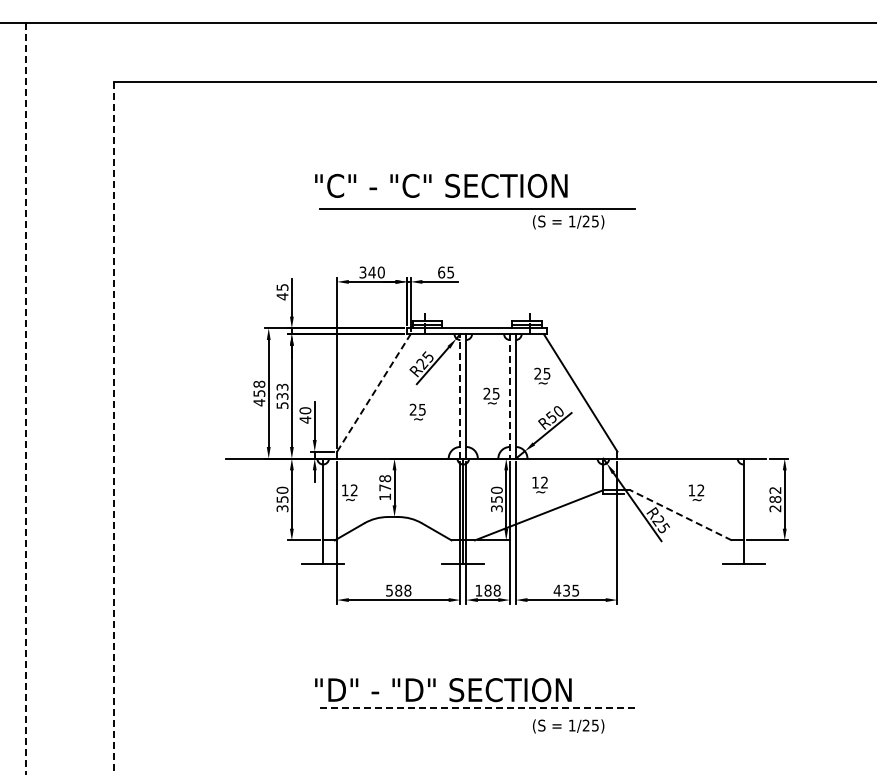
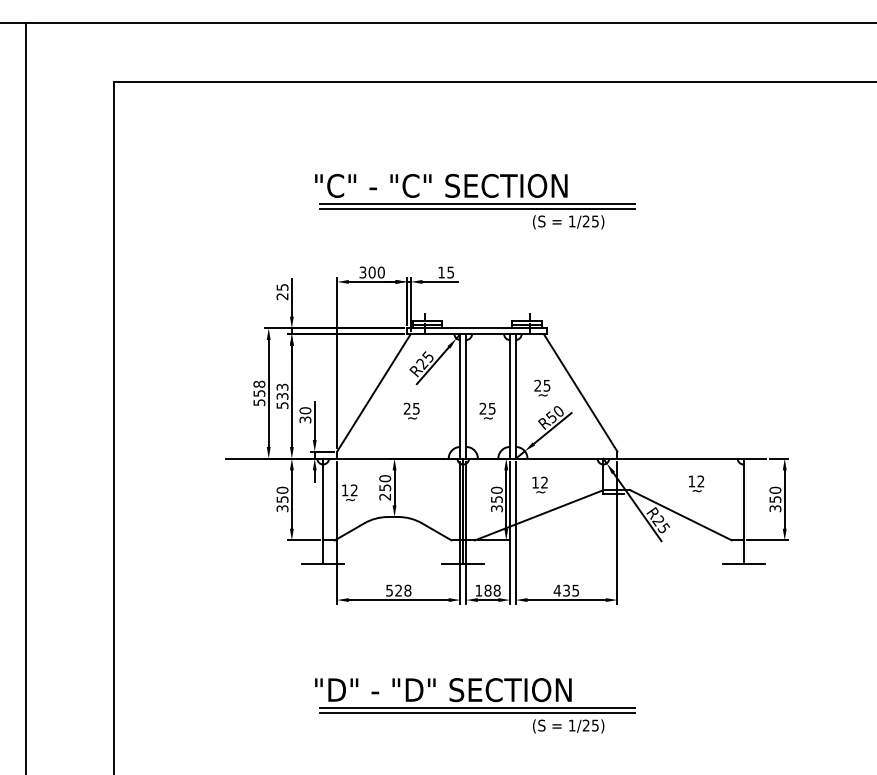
line at (476, 203): none -> present
text at (371, 272): 340 -> 300
text at (441, 272): 65 -> 15
text at (282, 296): 45 -> 25
text at (542, 375) position: (542, 375) -> (542, 387)
line at (374, 392): dashed -> solid
line at (460, 395): dashed -> solid
text at (491, 395) position: (491, 395) -> (487, 410)
line at (510, 396): dashed -> solid
line at (26, 398): dashed -> solid
text at (259, 402): 458 -> 558
text at (417, 411) position: (417, 411) -> (411, 410)
text at (305, 419): 40 -> 30
line at (113, 428): dashed -> solid
text at (385, 487): 178 -> 250
text at (696, 492) position: (696, 492) -> (696, 483)
text at (775, 499): 282 -> 350
line at (681, 515): dashed -> solid
text at (398, 590): 588 -> 528
line at (477, 707): dashed -> solid
line at (476, 713): none -> present
